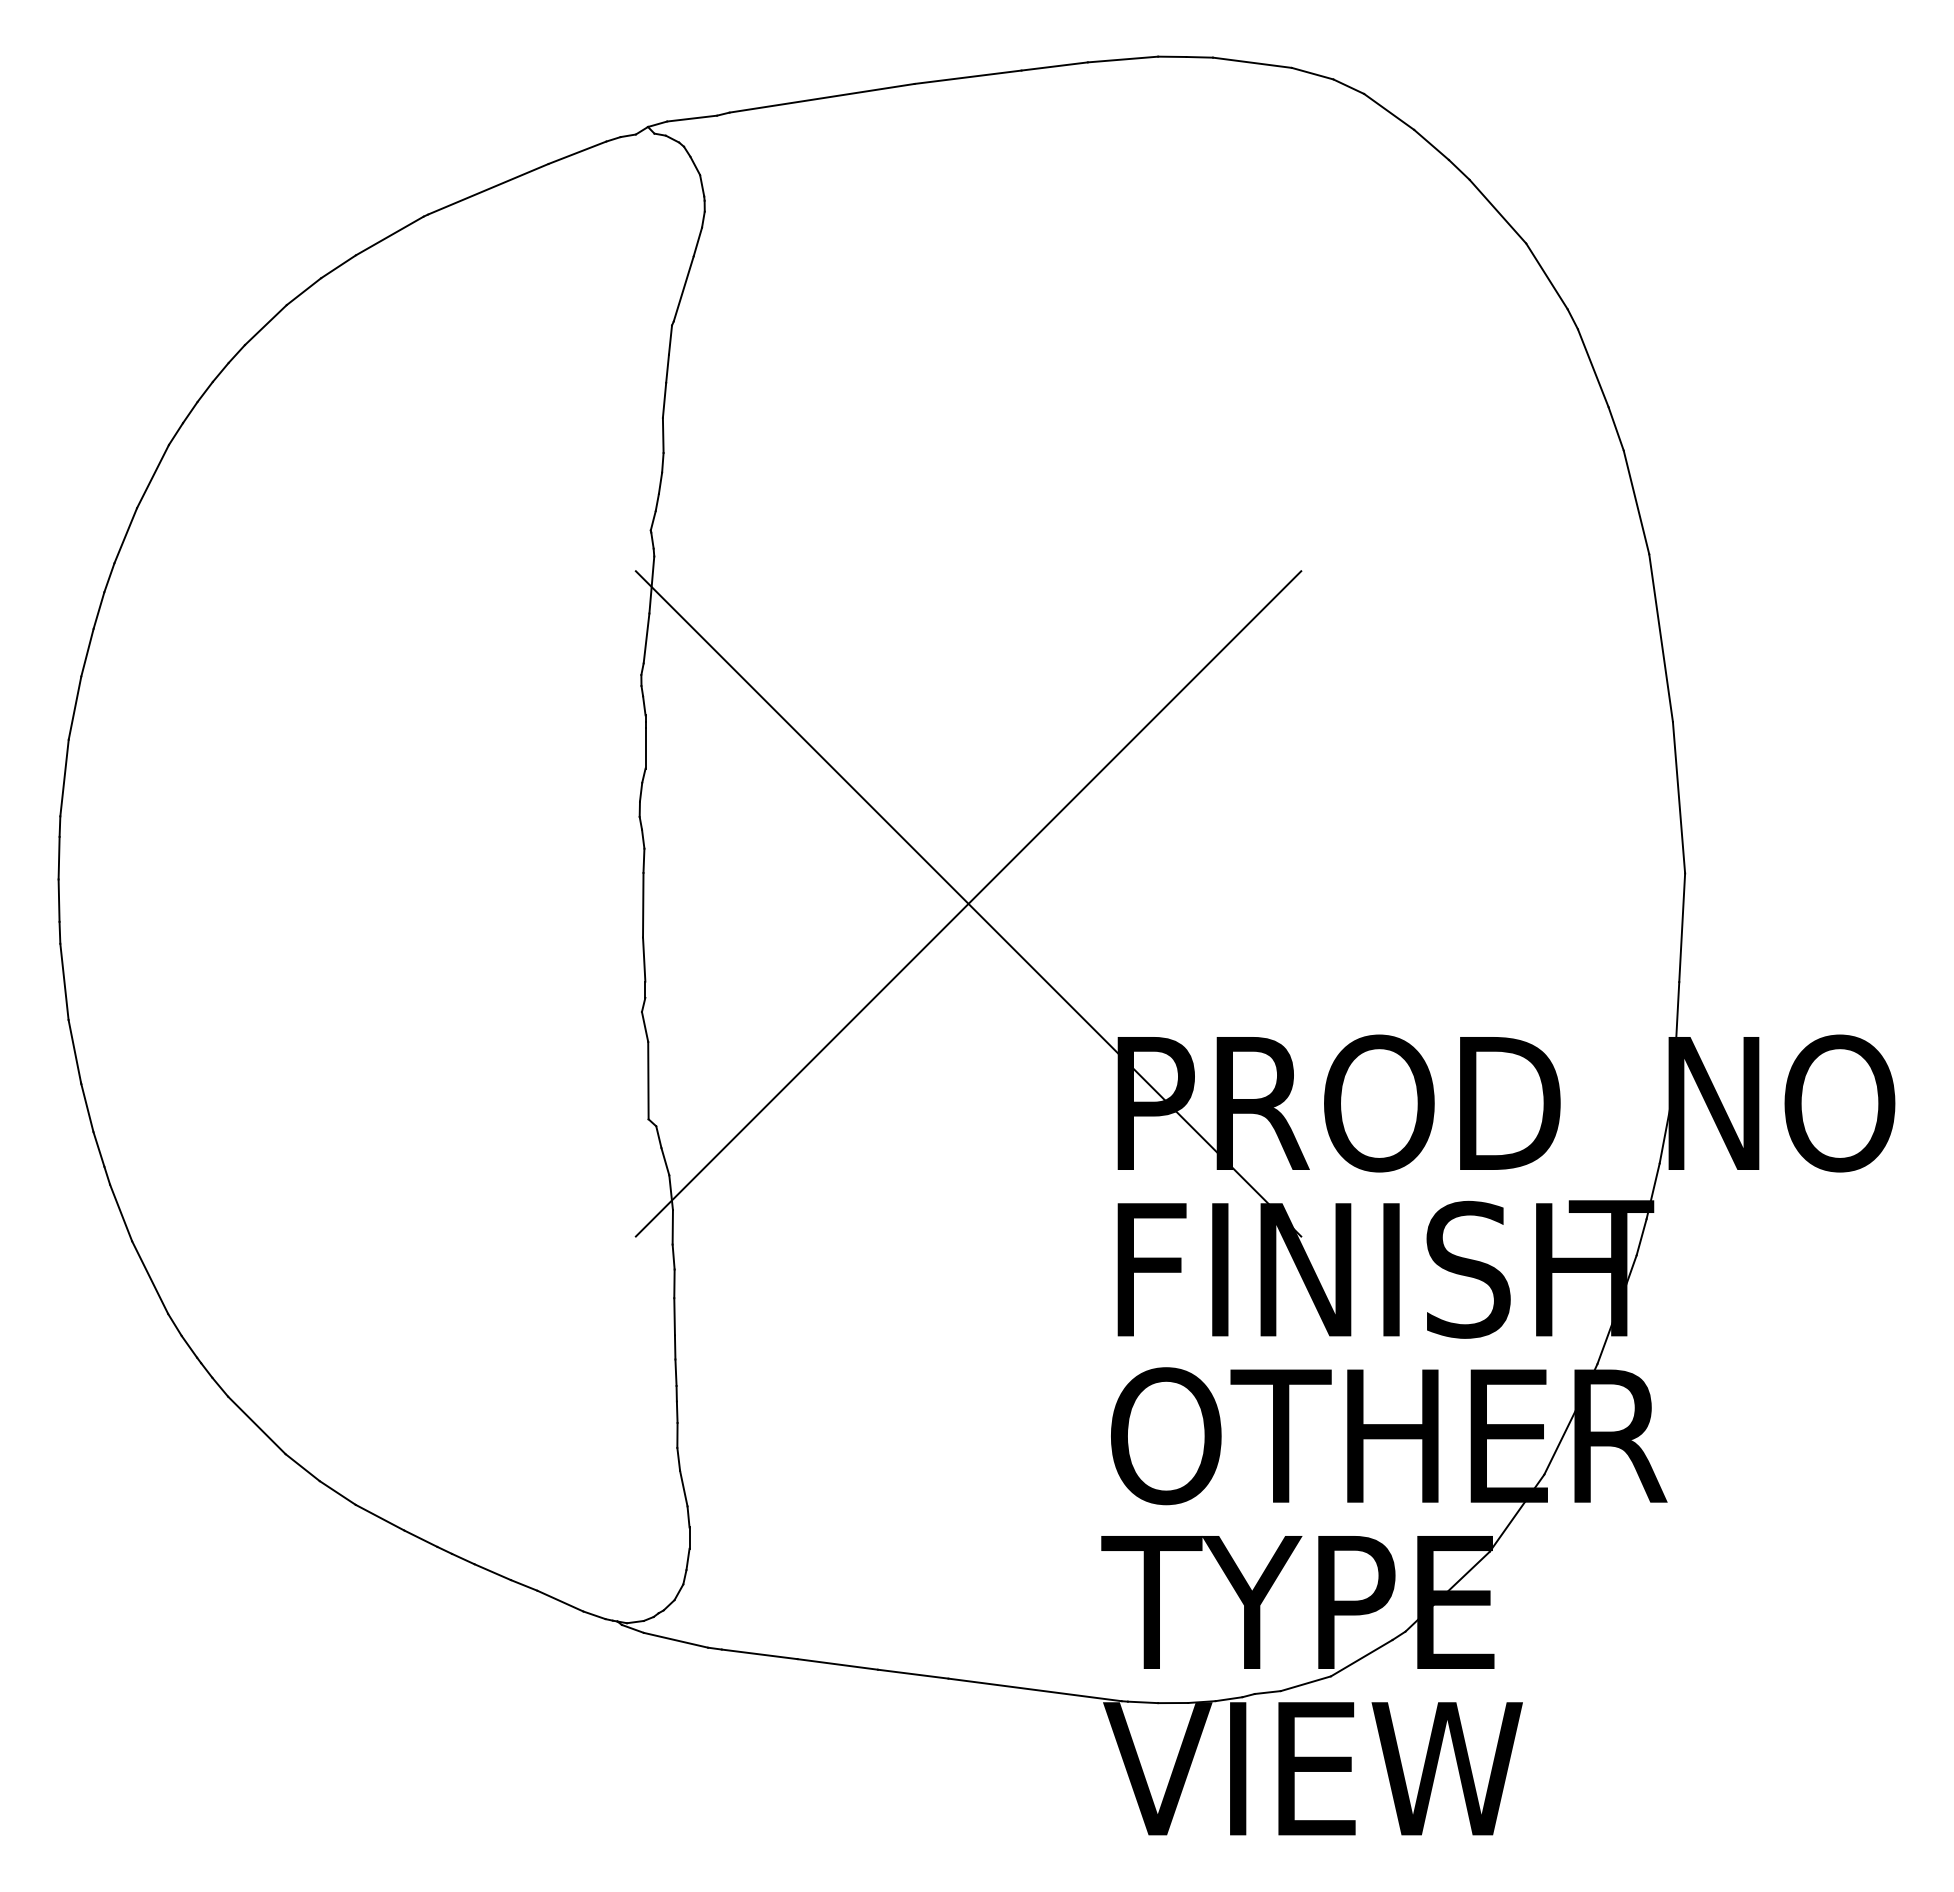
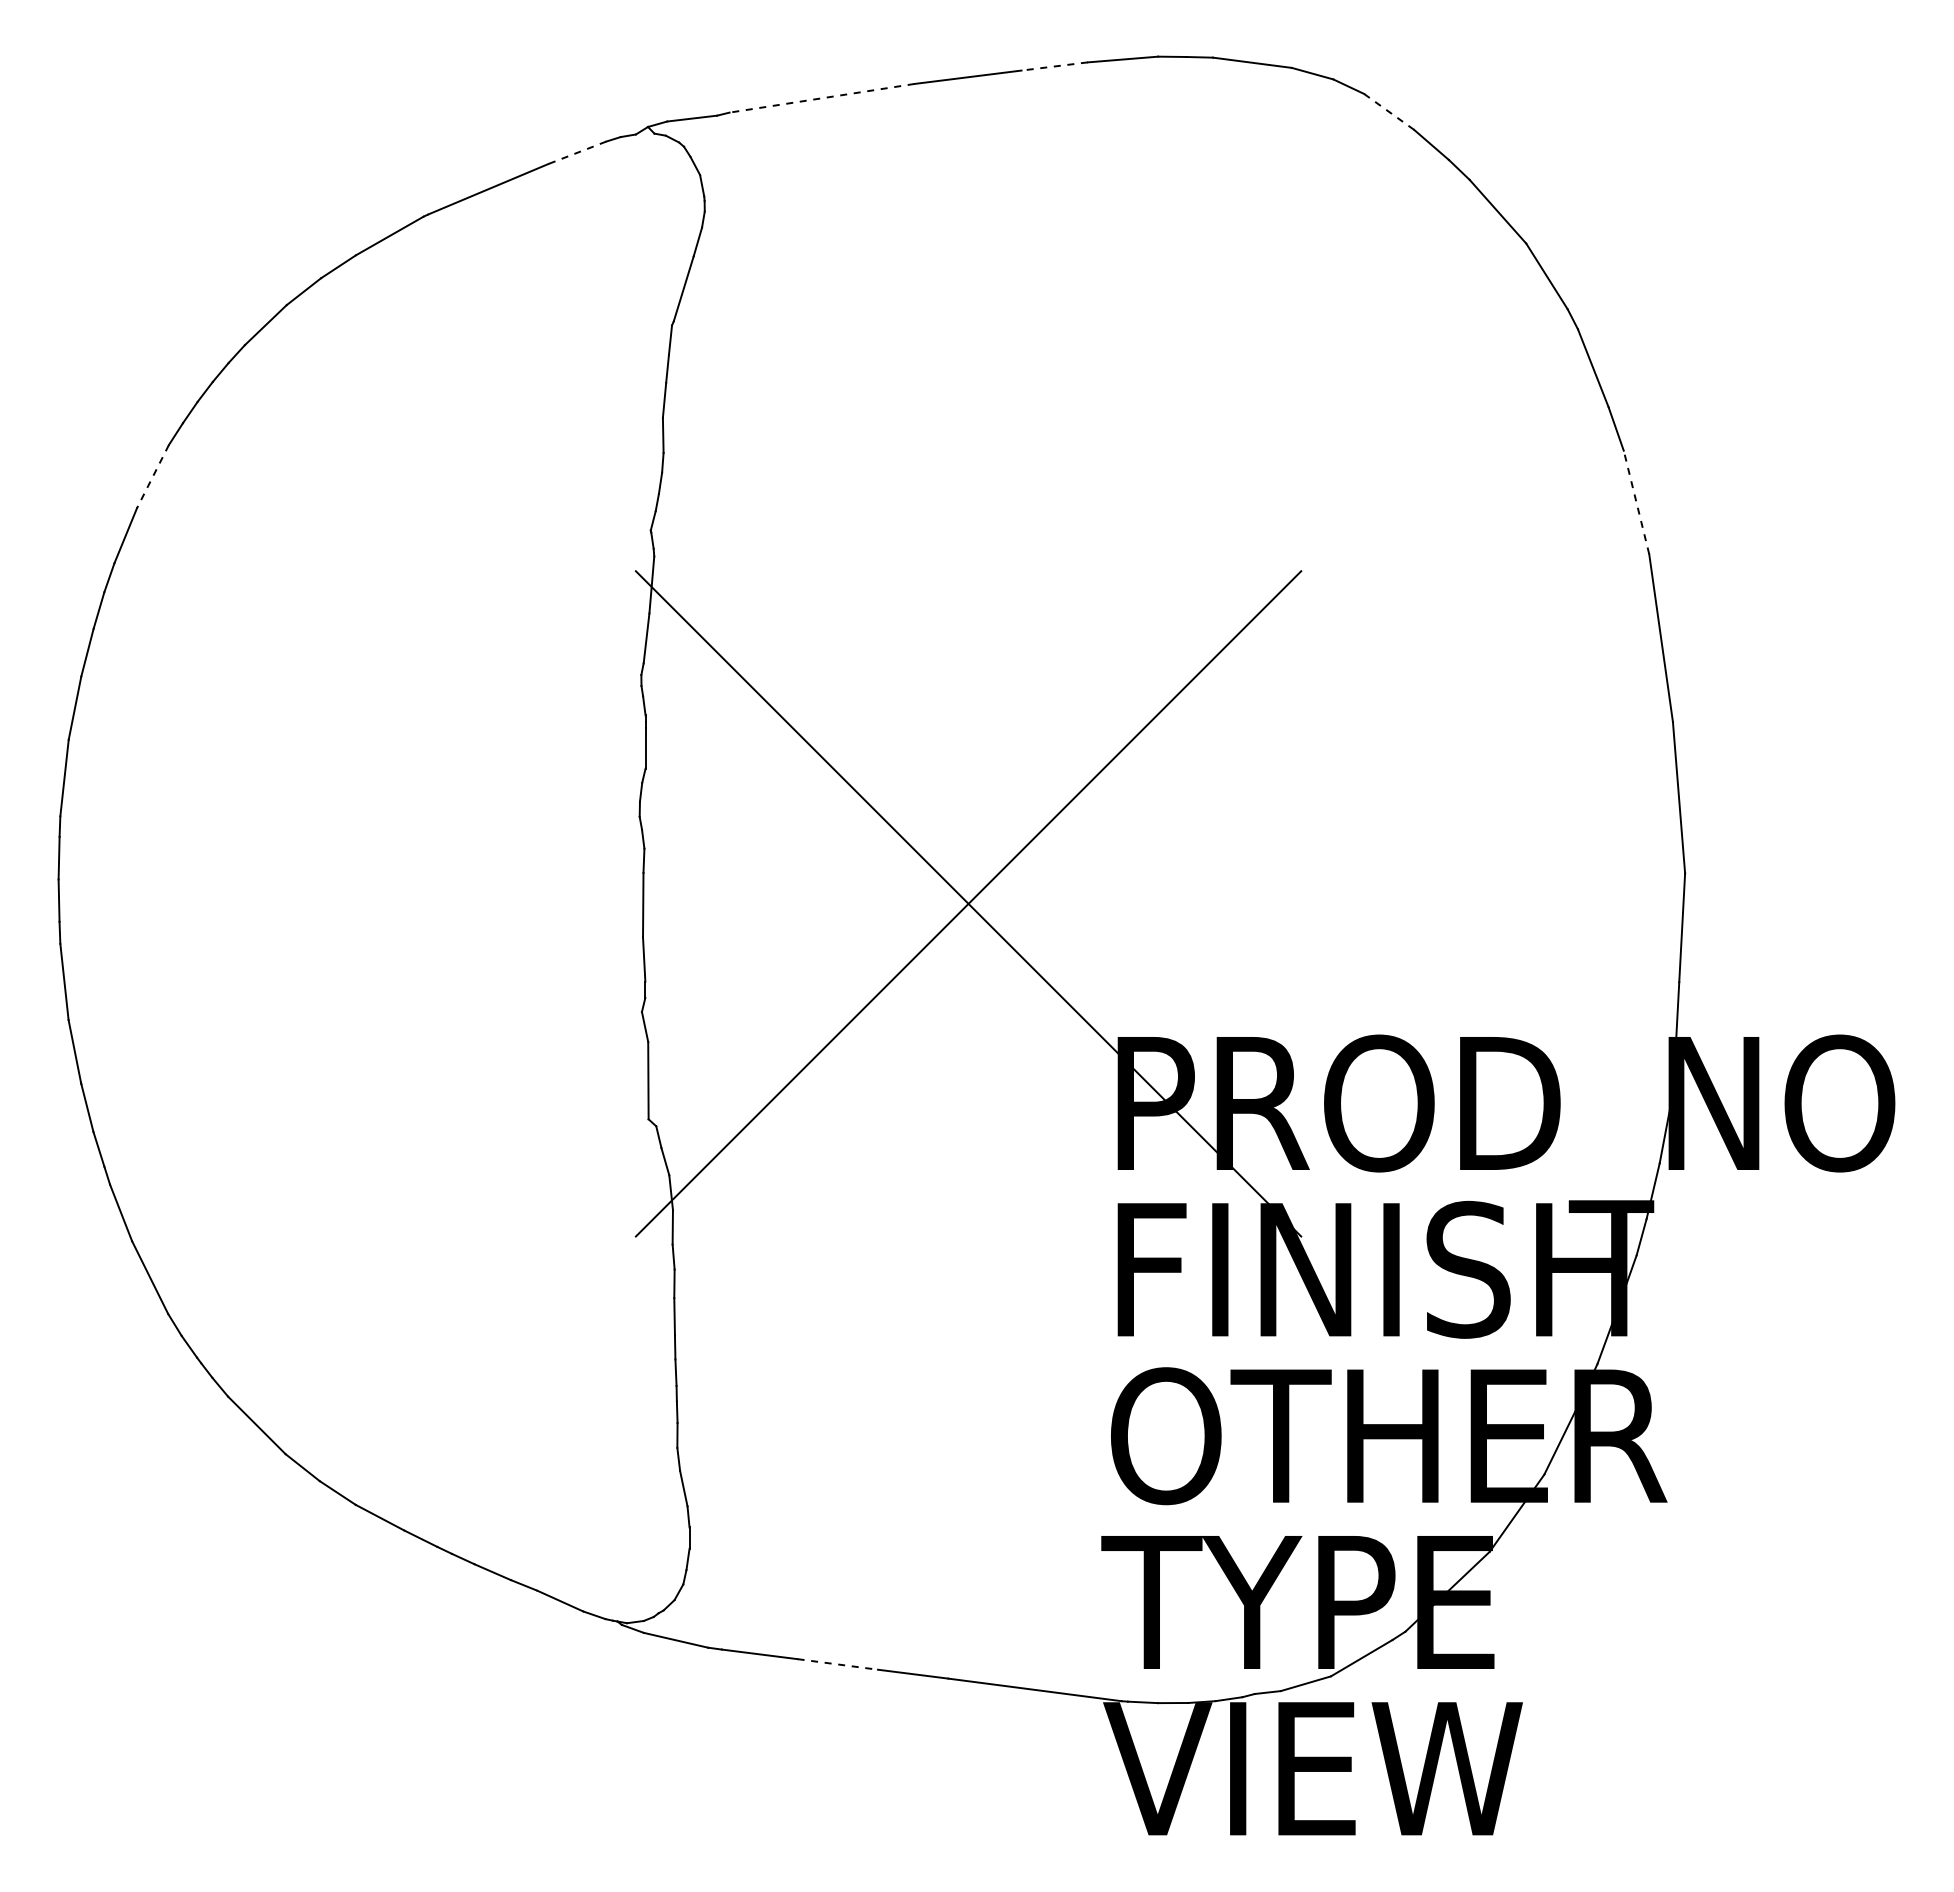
line at (1054, 66): solid -> dashed
line at (822, 98): solid -> dashed
line at (1389, 111): solid -> dashed
line at (577, 152): solid -> dashed
line at (152, 477): solid -> dashed
line at (1636, 502): solid -> dashed
line at (837, 1664): solid -> dashed
